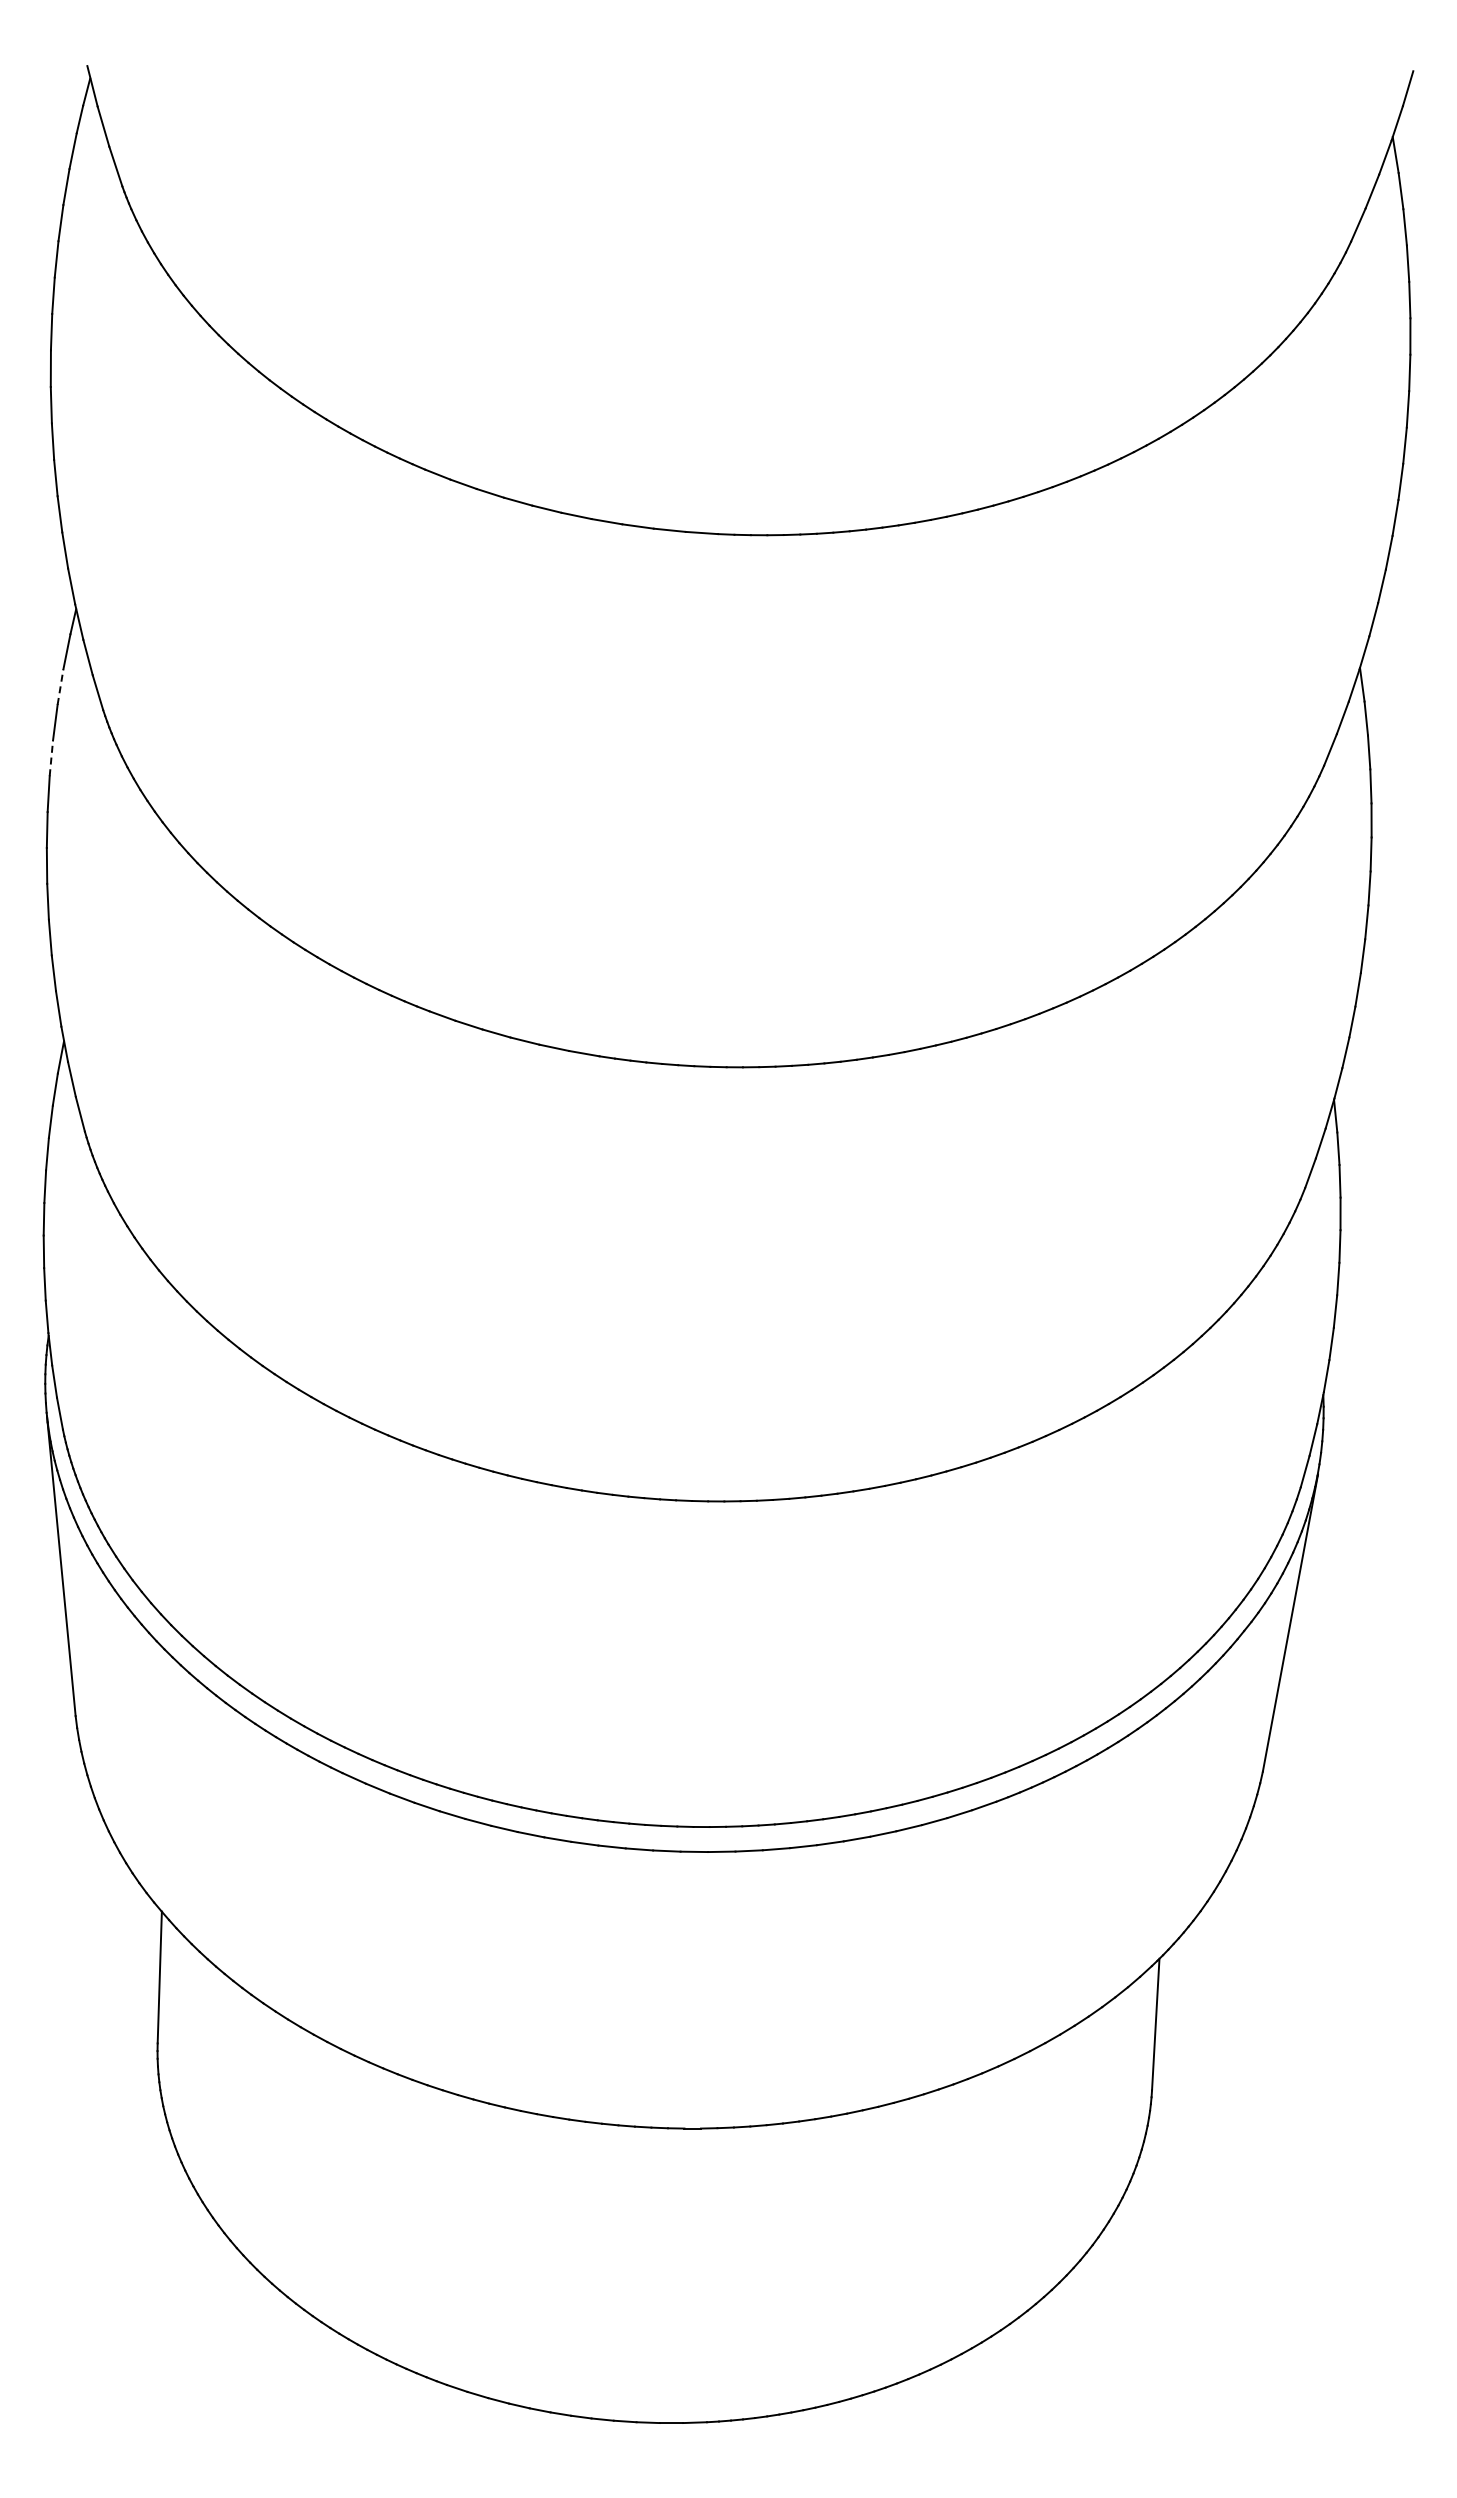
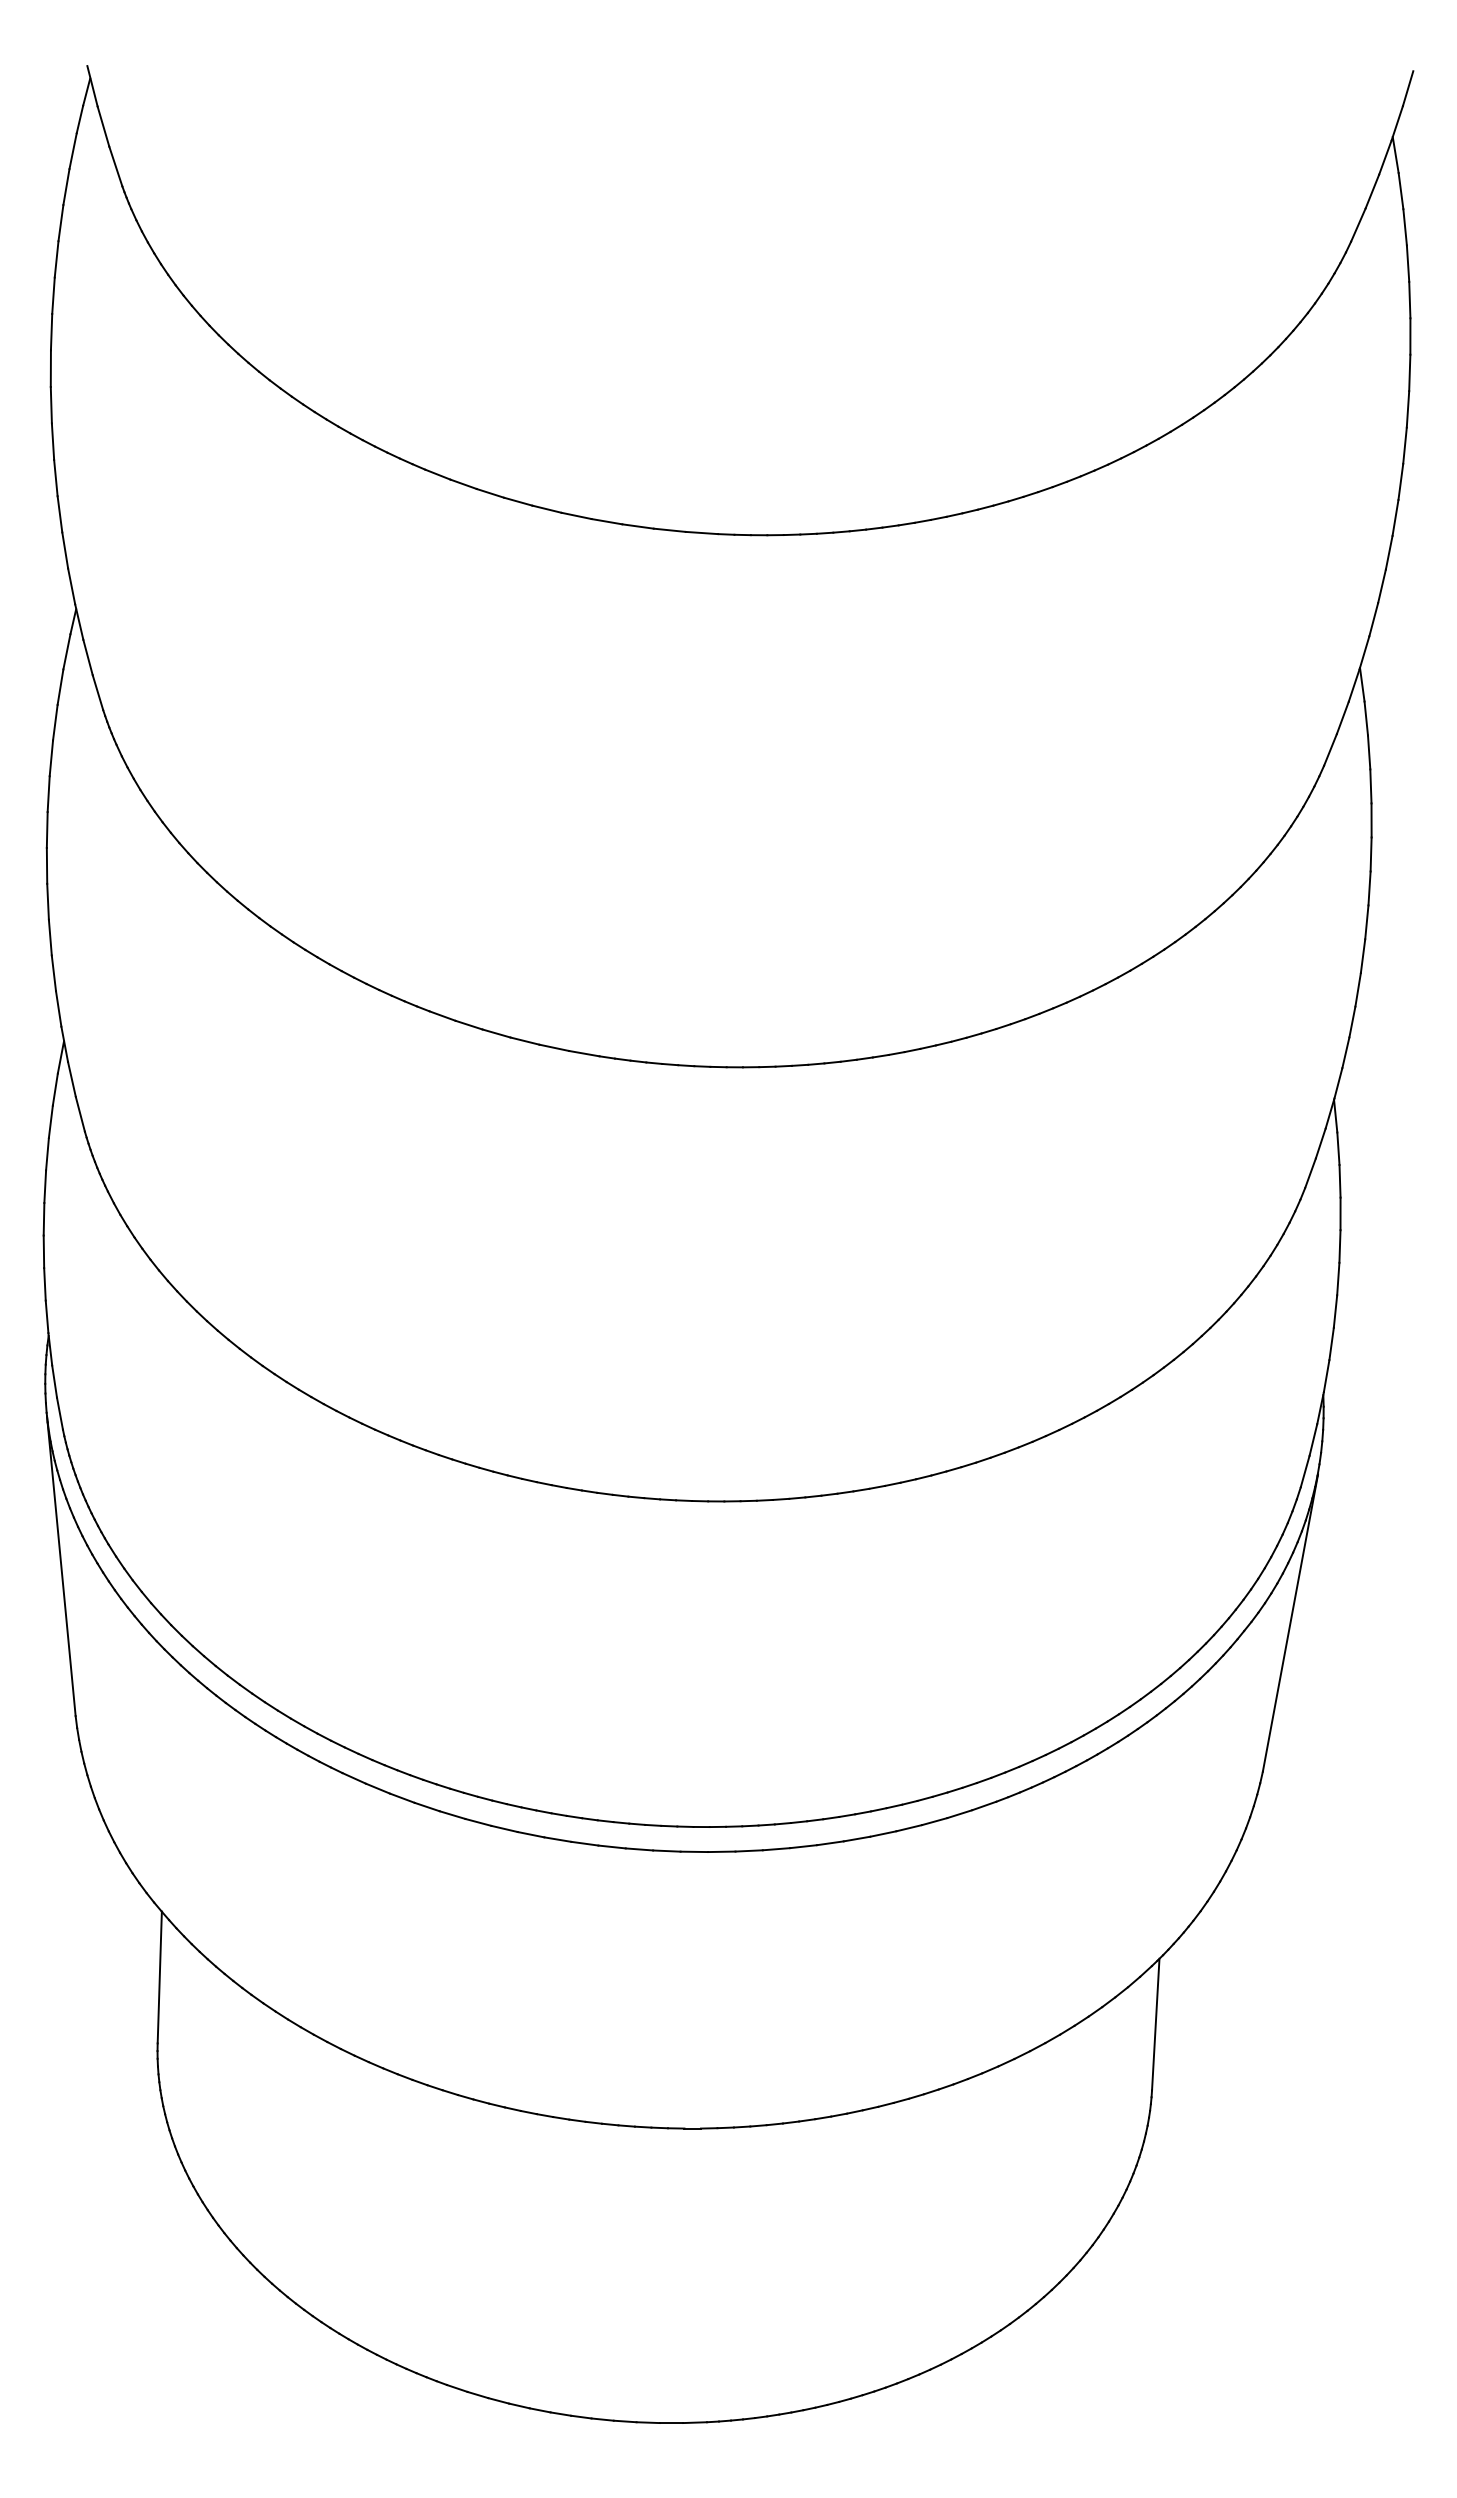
line at (60, 687): dashed -> solid
line at (51, 758): dashed -> solid
